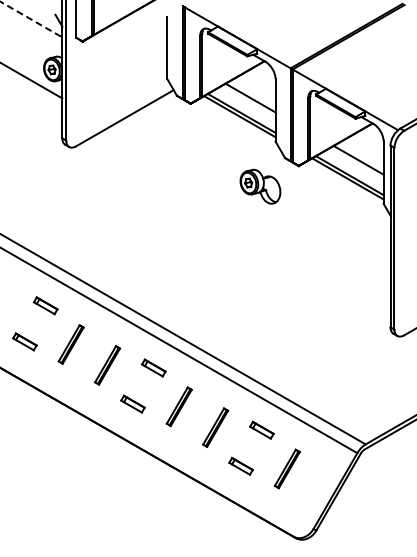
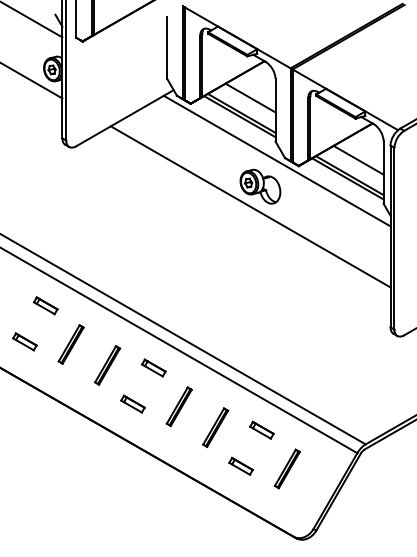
line at (31, 19): dashed -> solid
line at (276, 160): none -> present
line at (250, 206): none -> present
